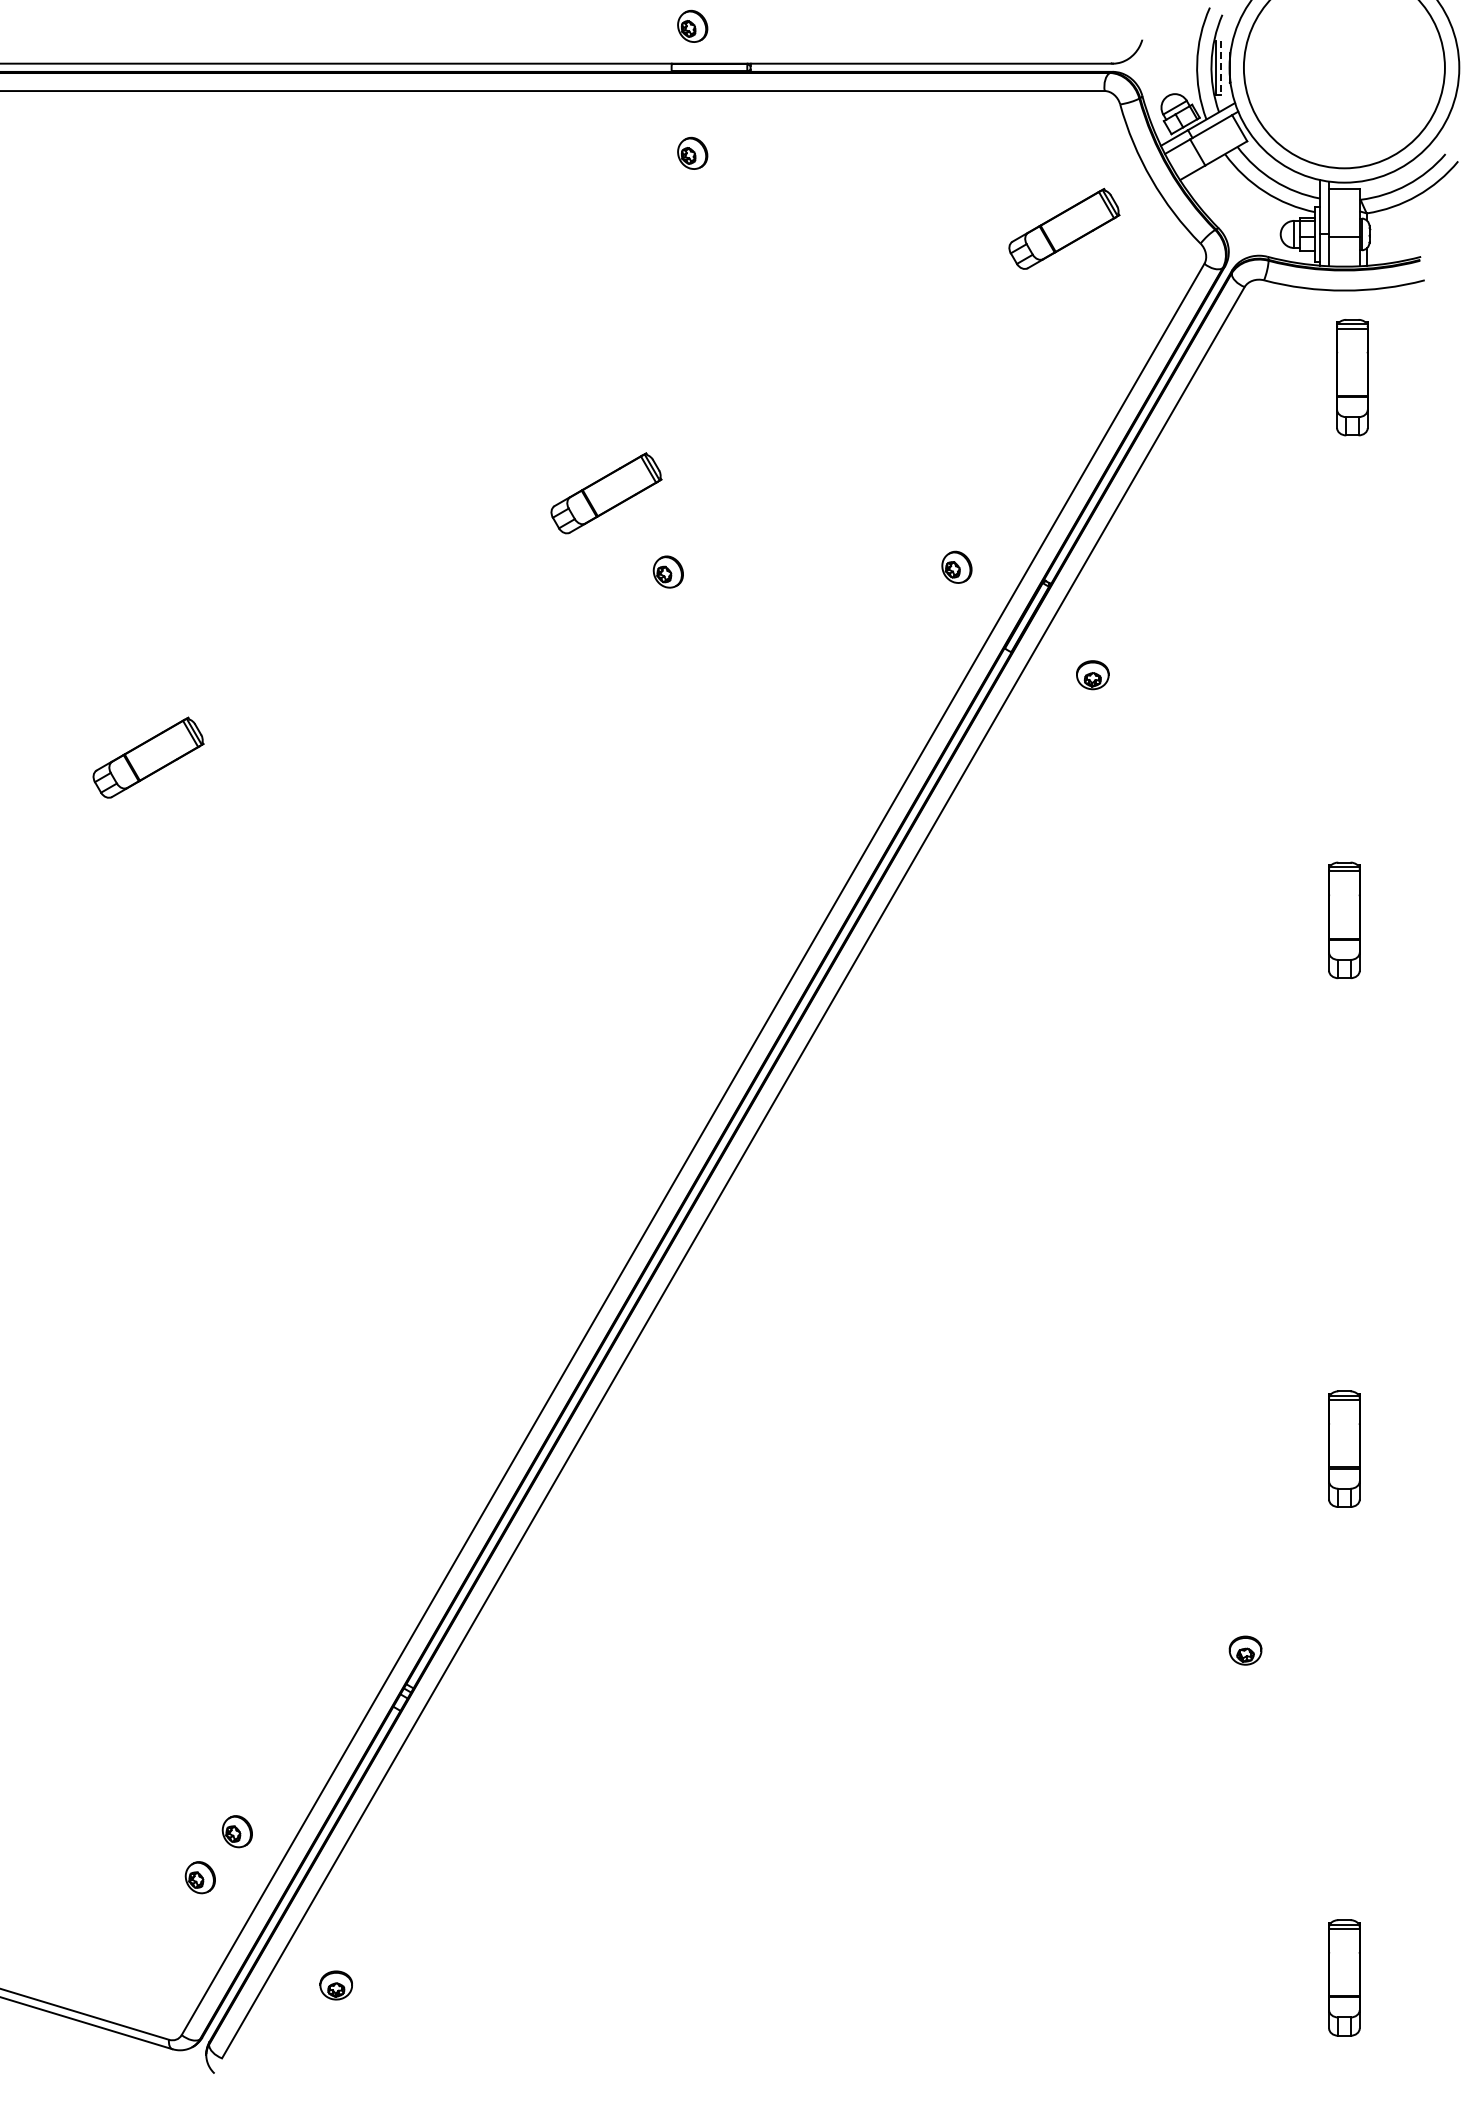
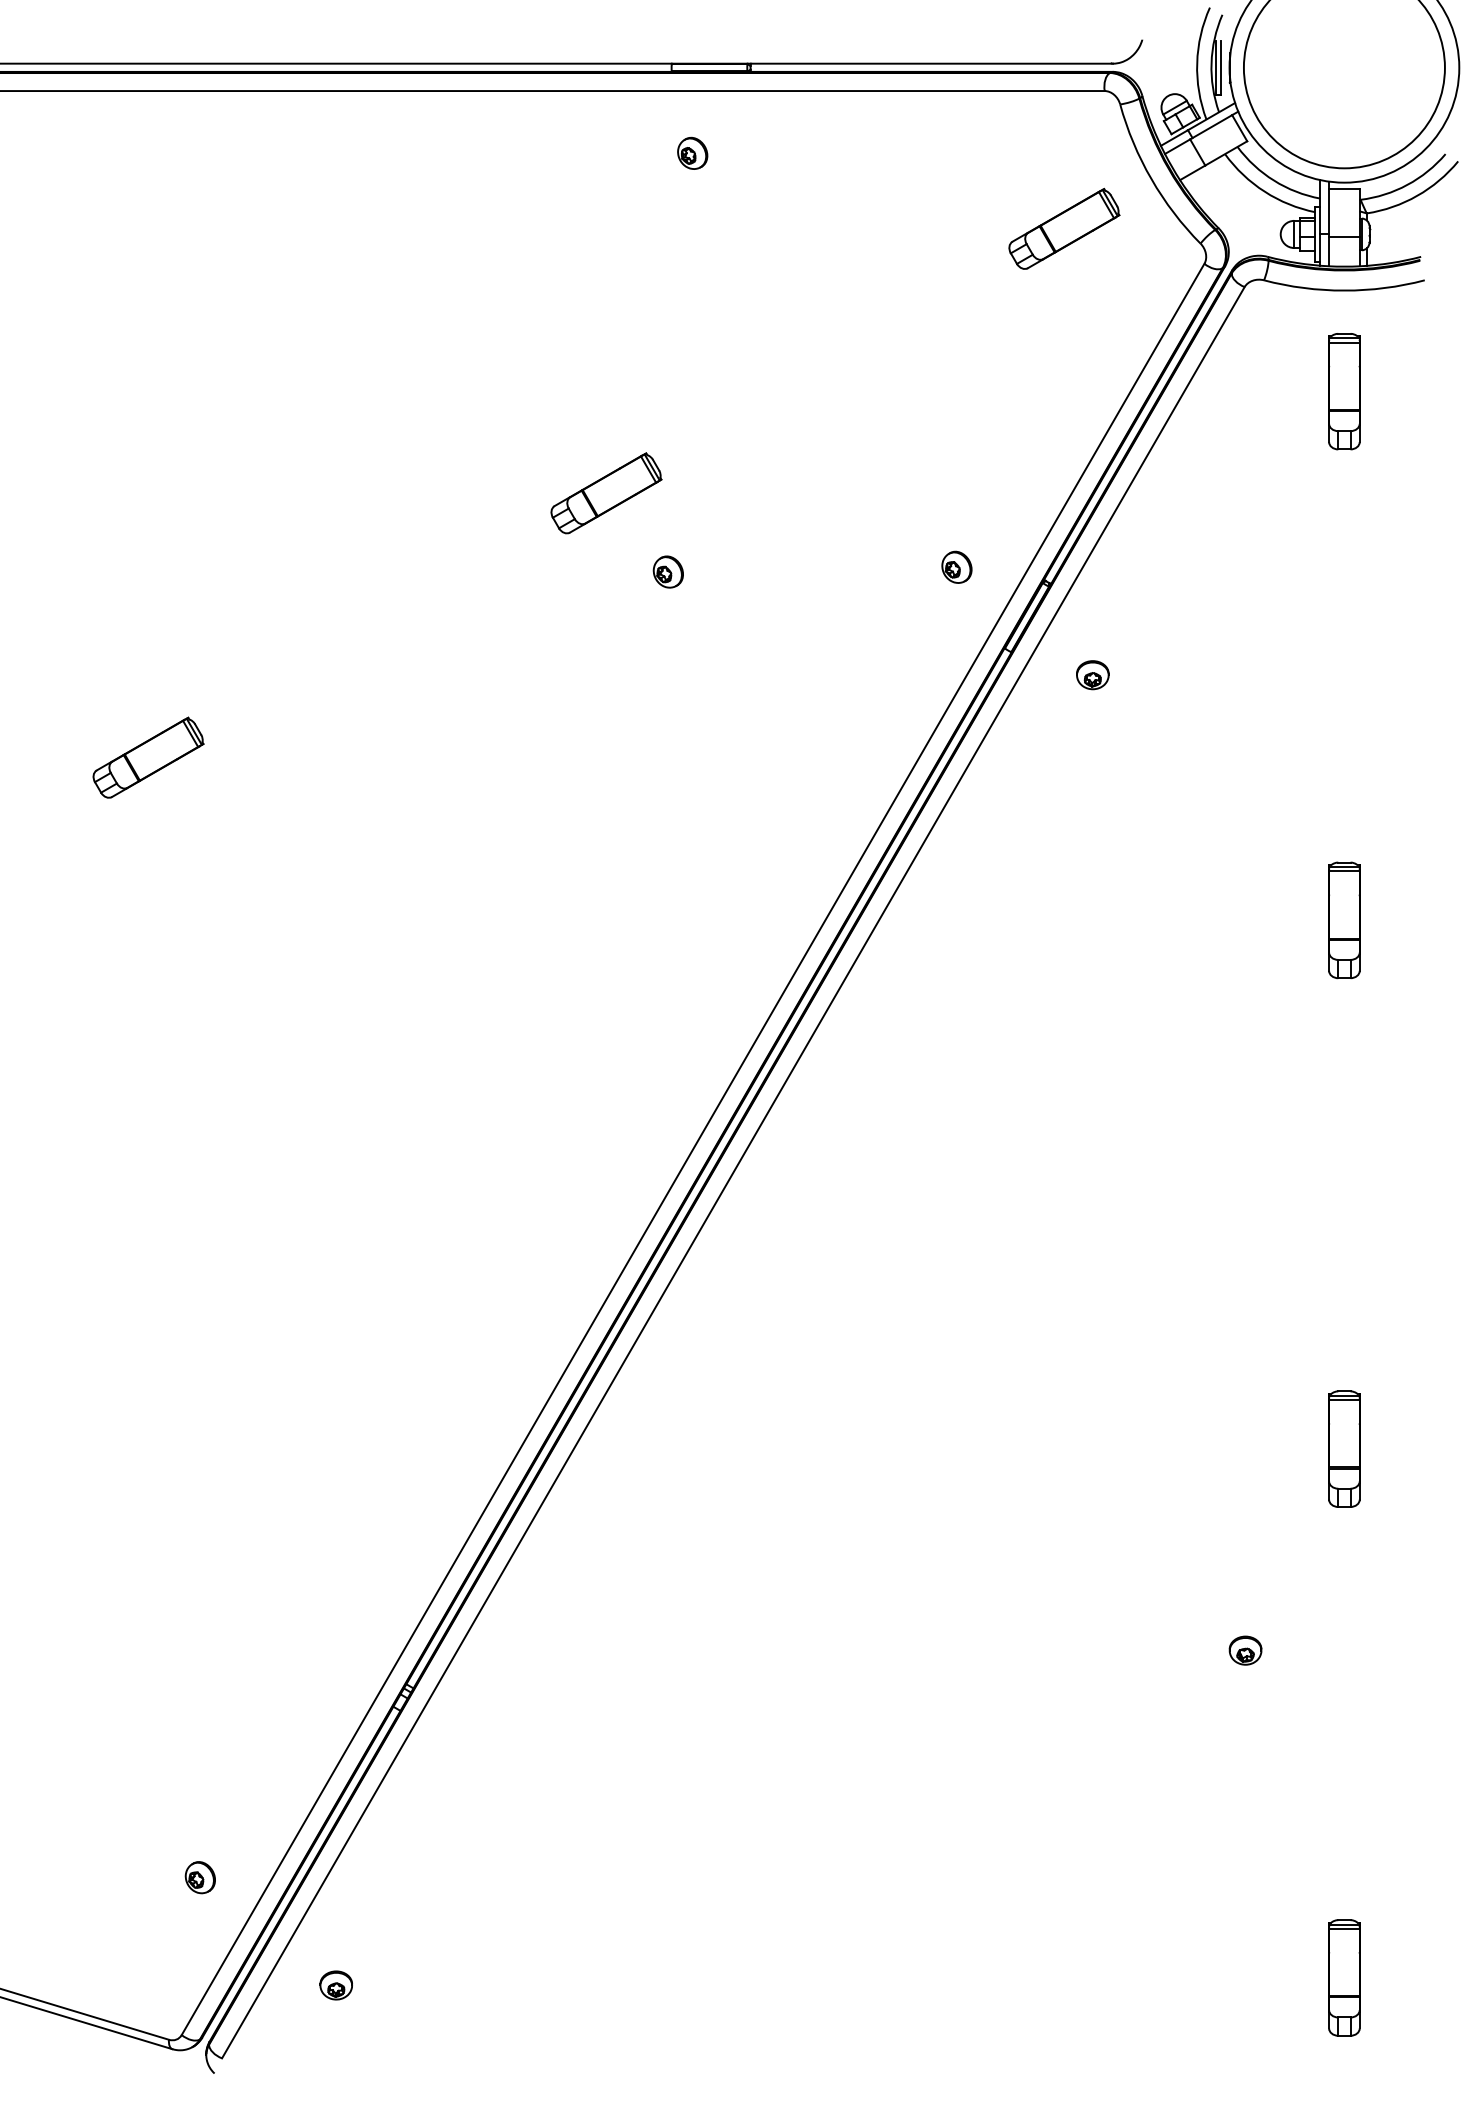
part at (692, 25): present -> none
line at (1220, 68): dashed -> solid
part at (1352, 377) position: (1352, 377) -> (1344, 391)
part at (236, 1831): present -> none
